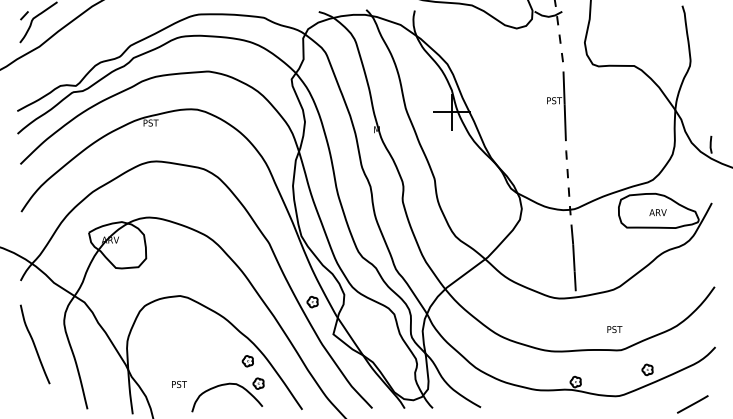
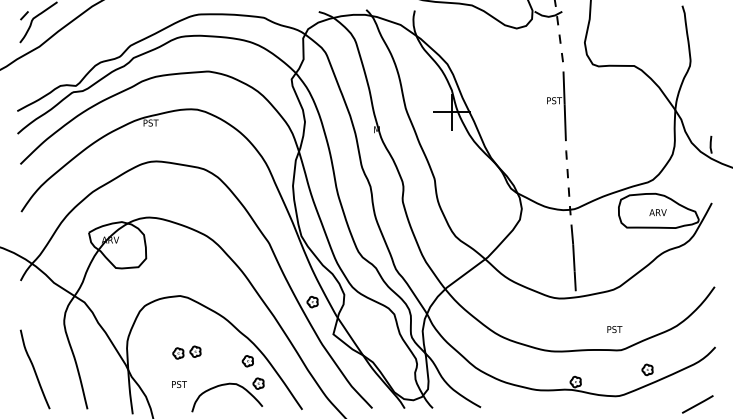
curve at (34, 344) position: (34, 344) -> (34, 369)
part at (186, 352): none -> present
line at (692, 404) position: (692, 404) -> (697, 404)
